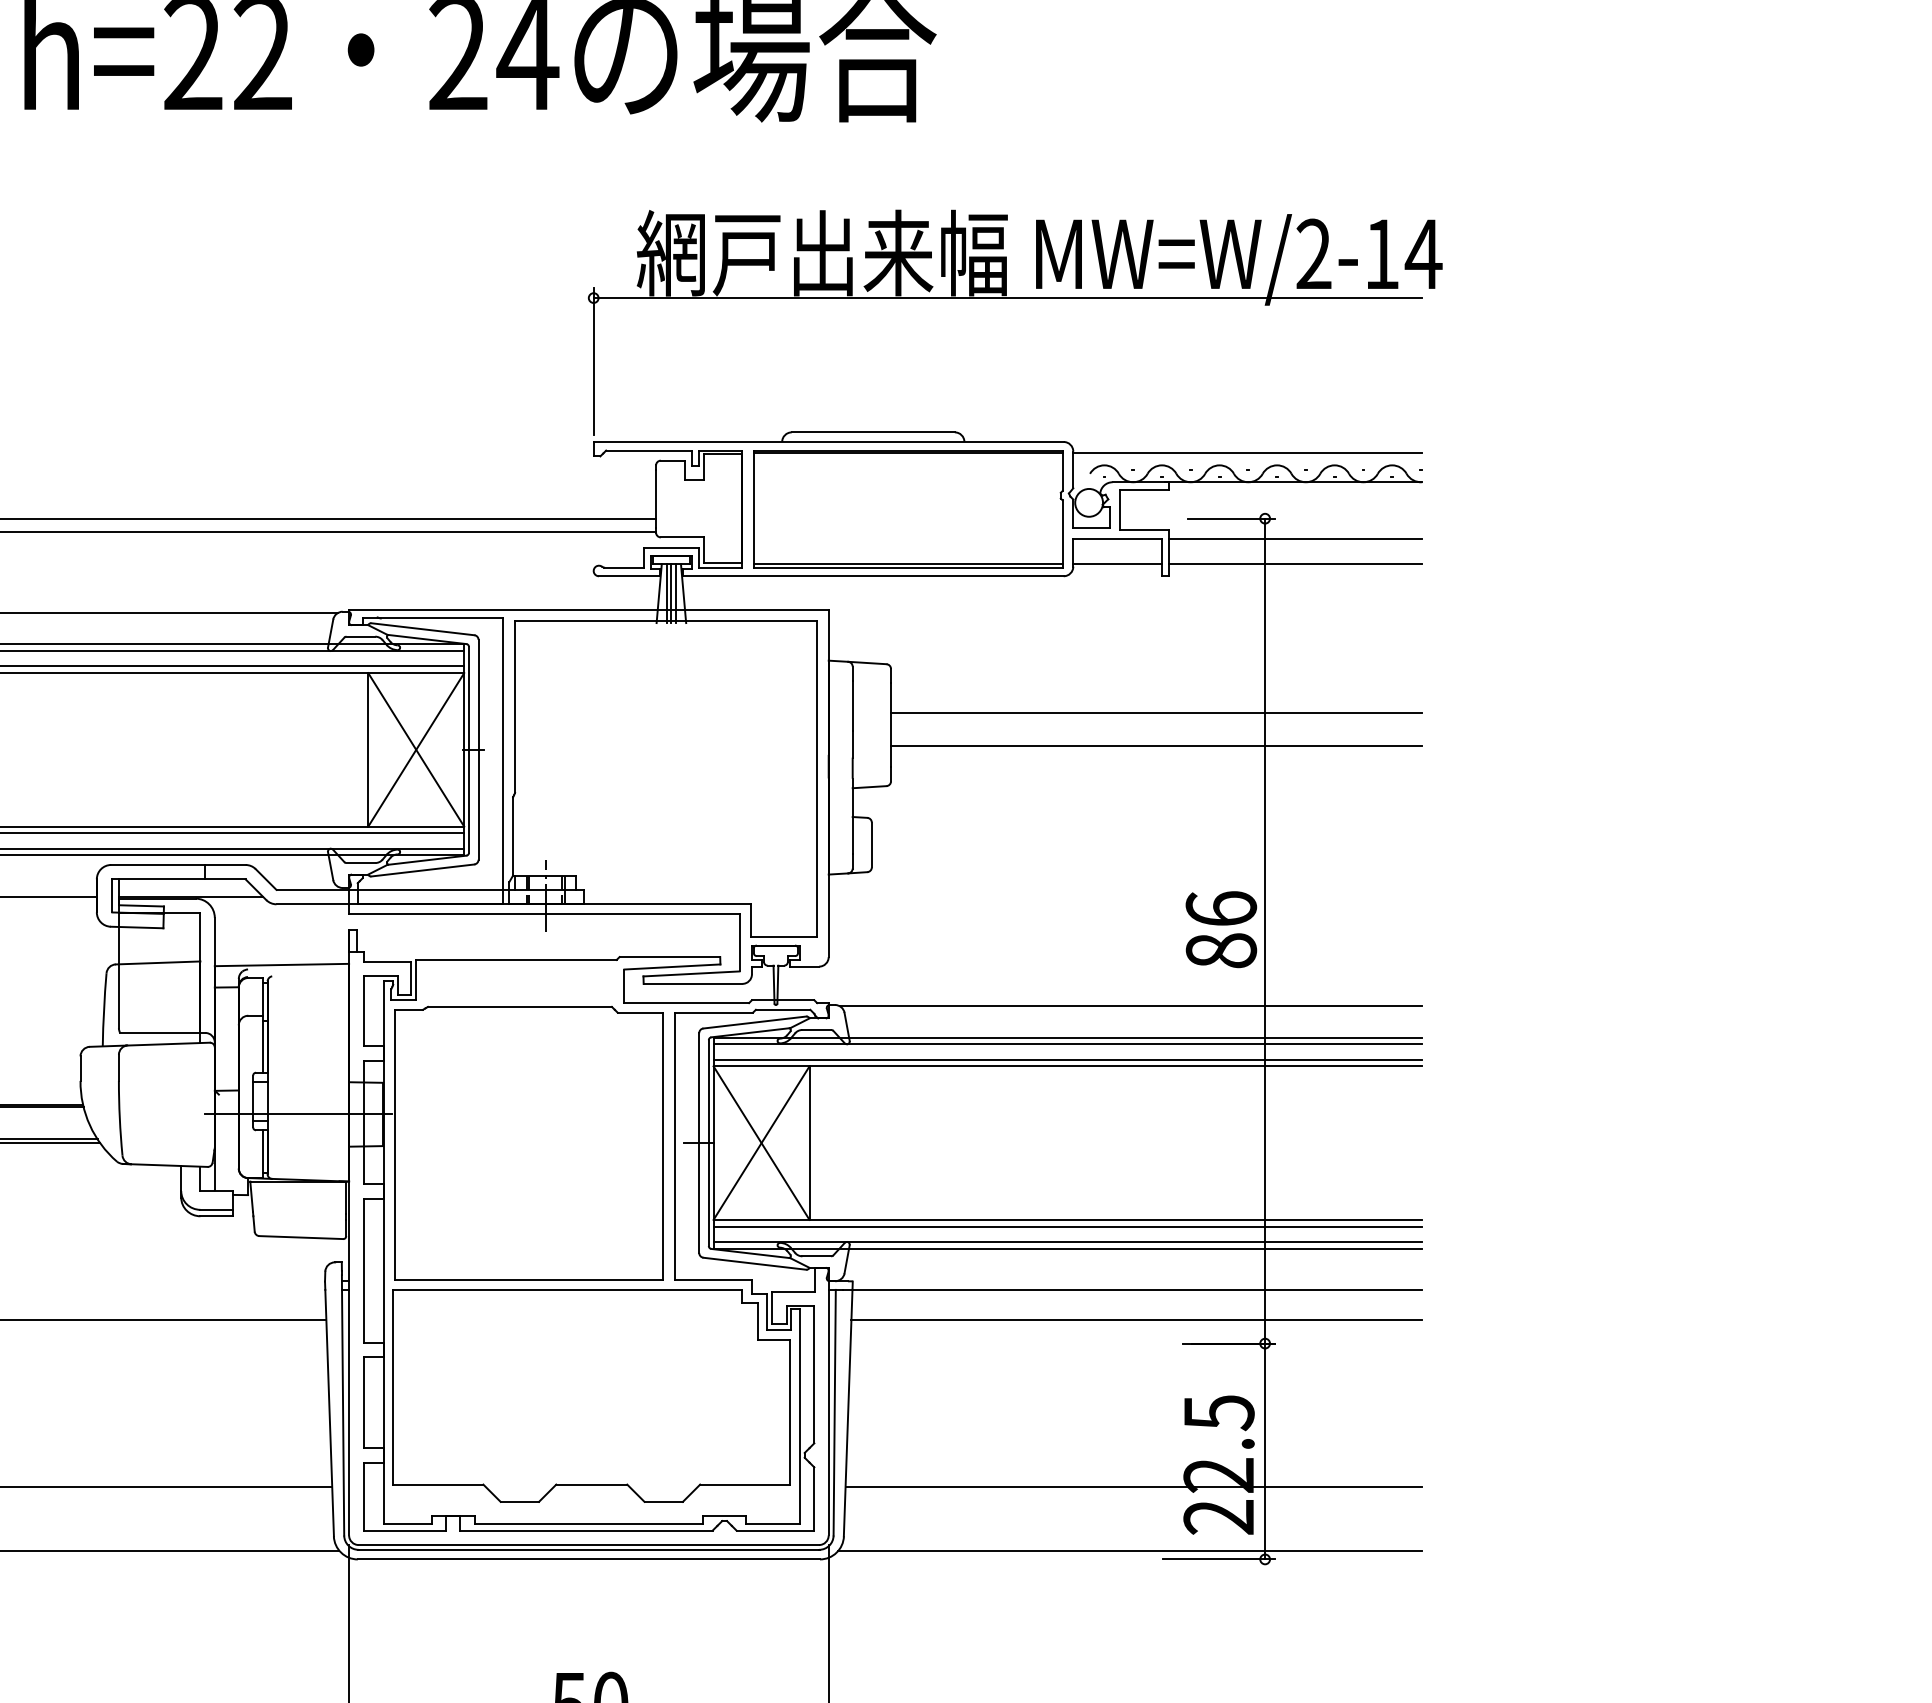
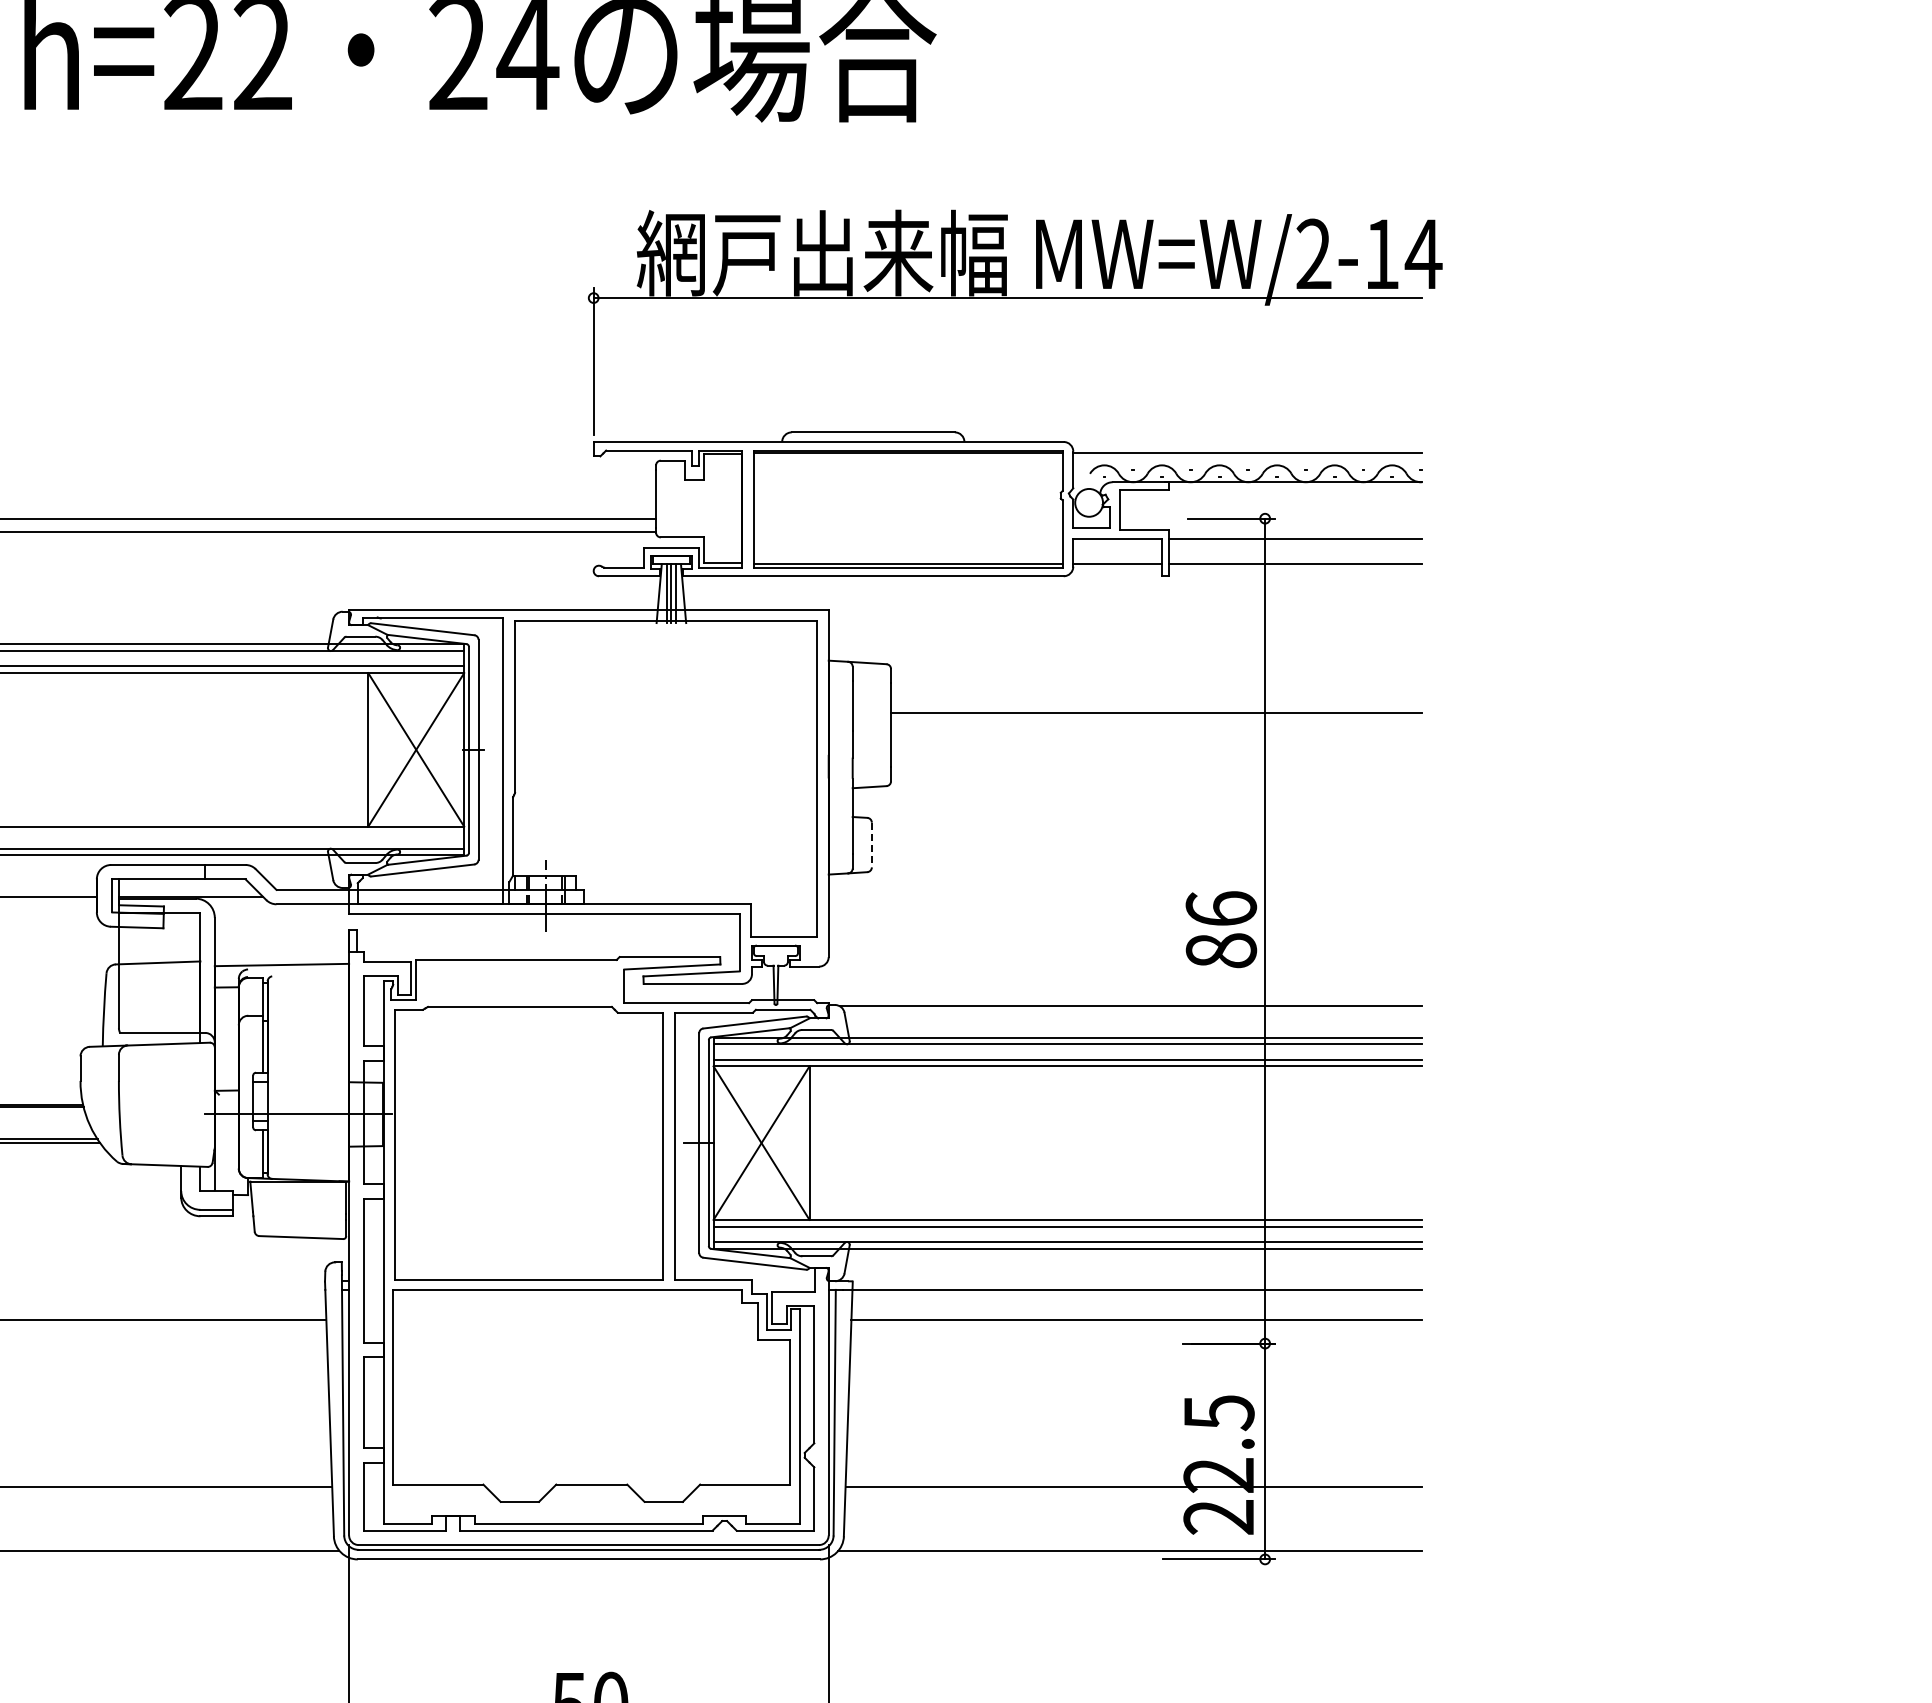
line at (170, 612): present -> none
line at (1156, 746): present -> none
line at (233, 833): present -> none
line at (871, 845): solid -> dashed
